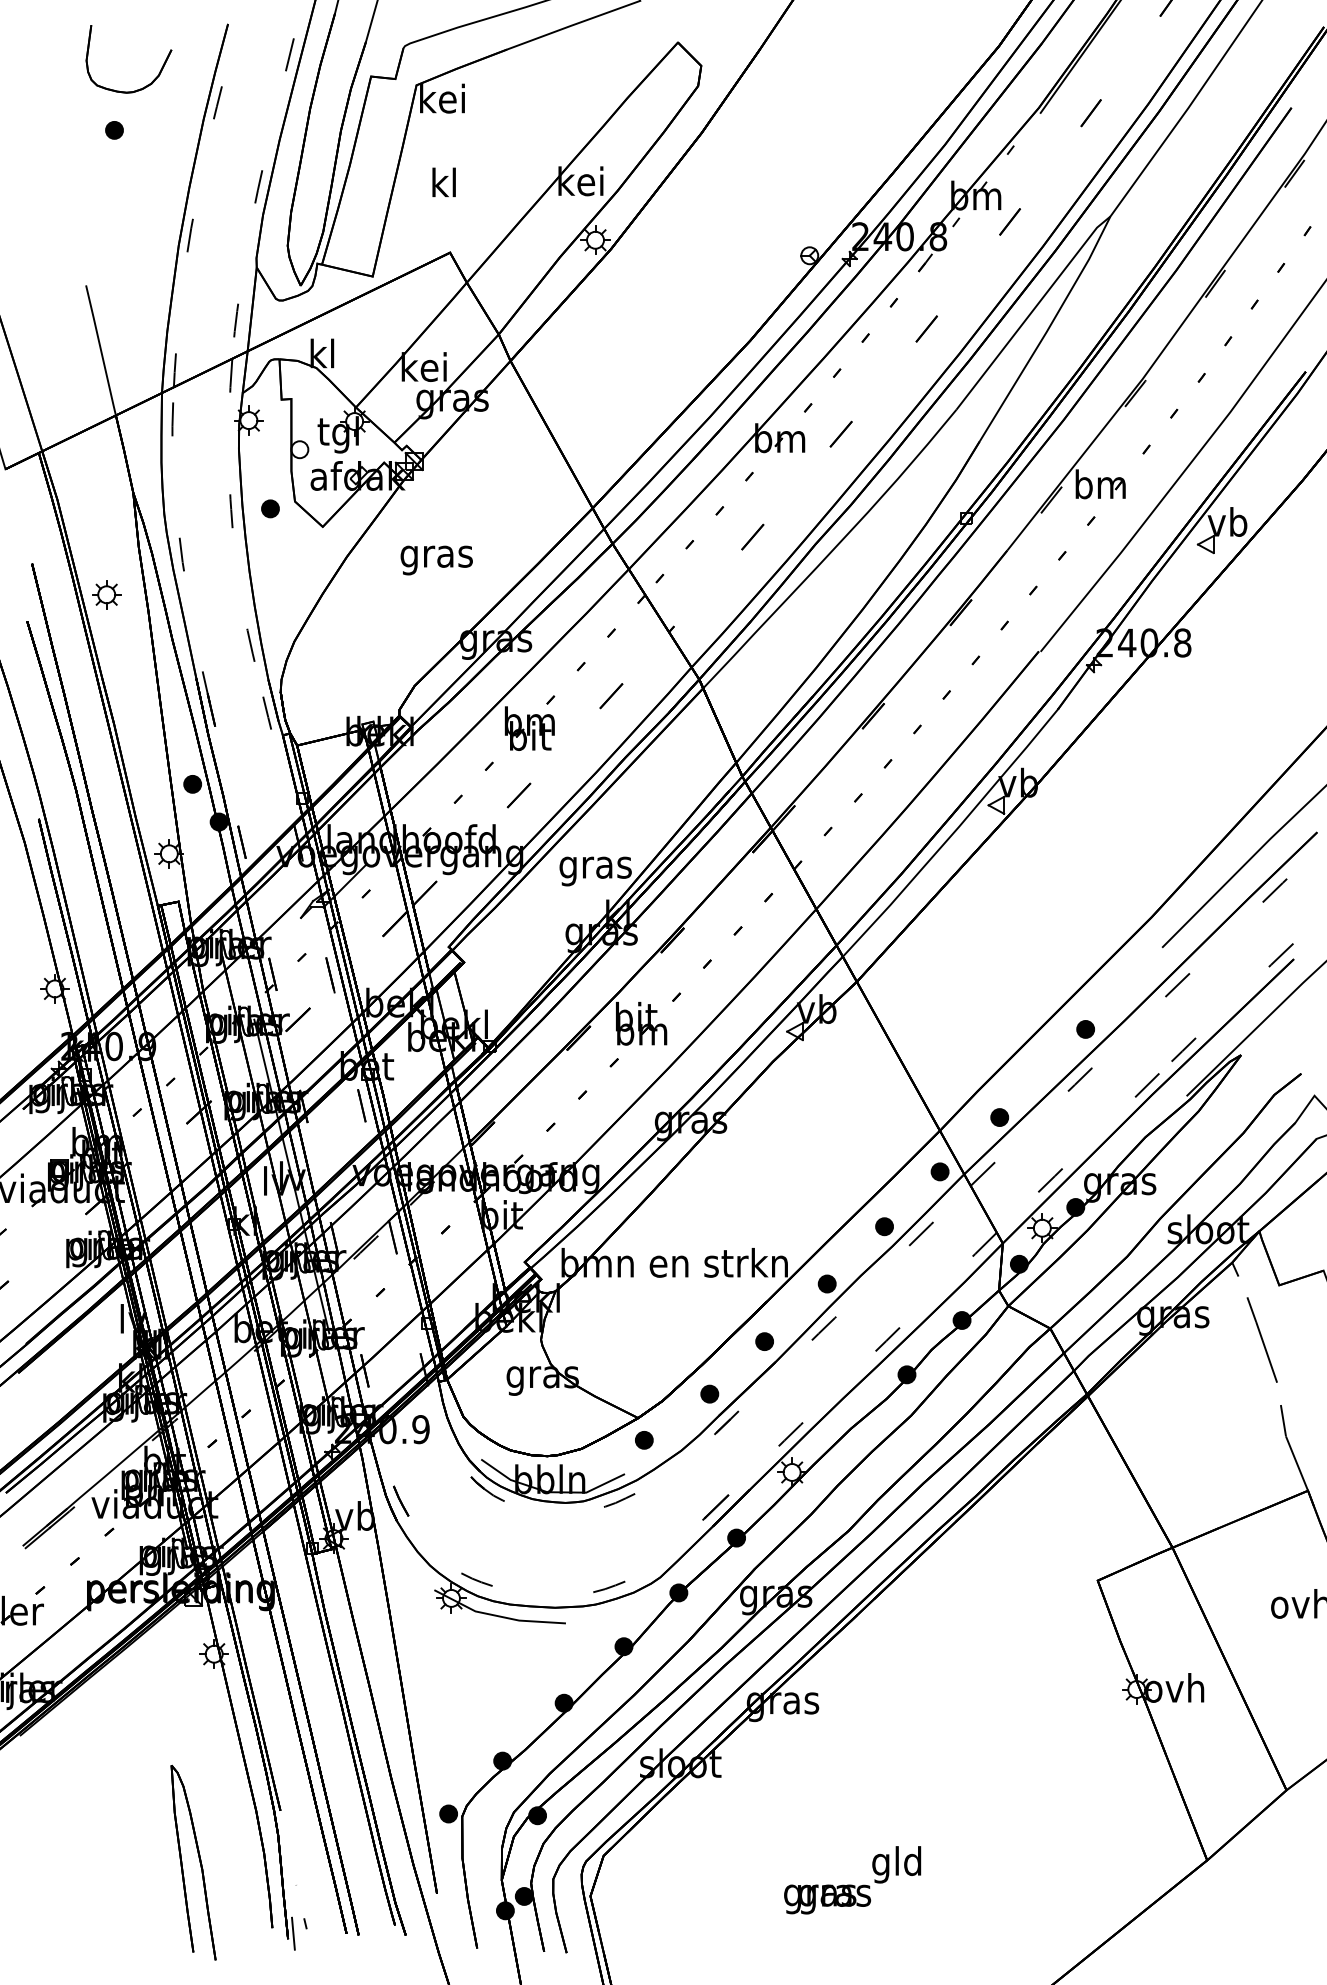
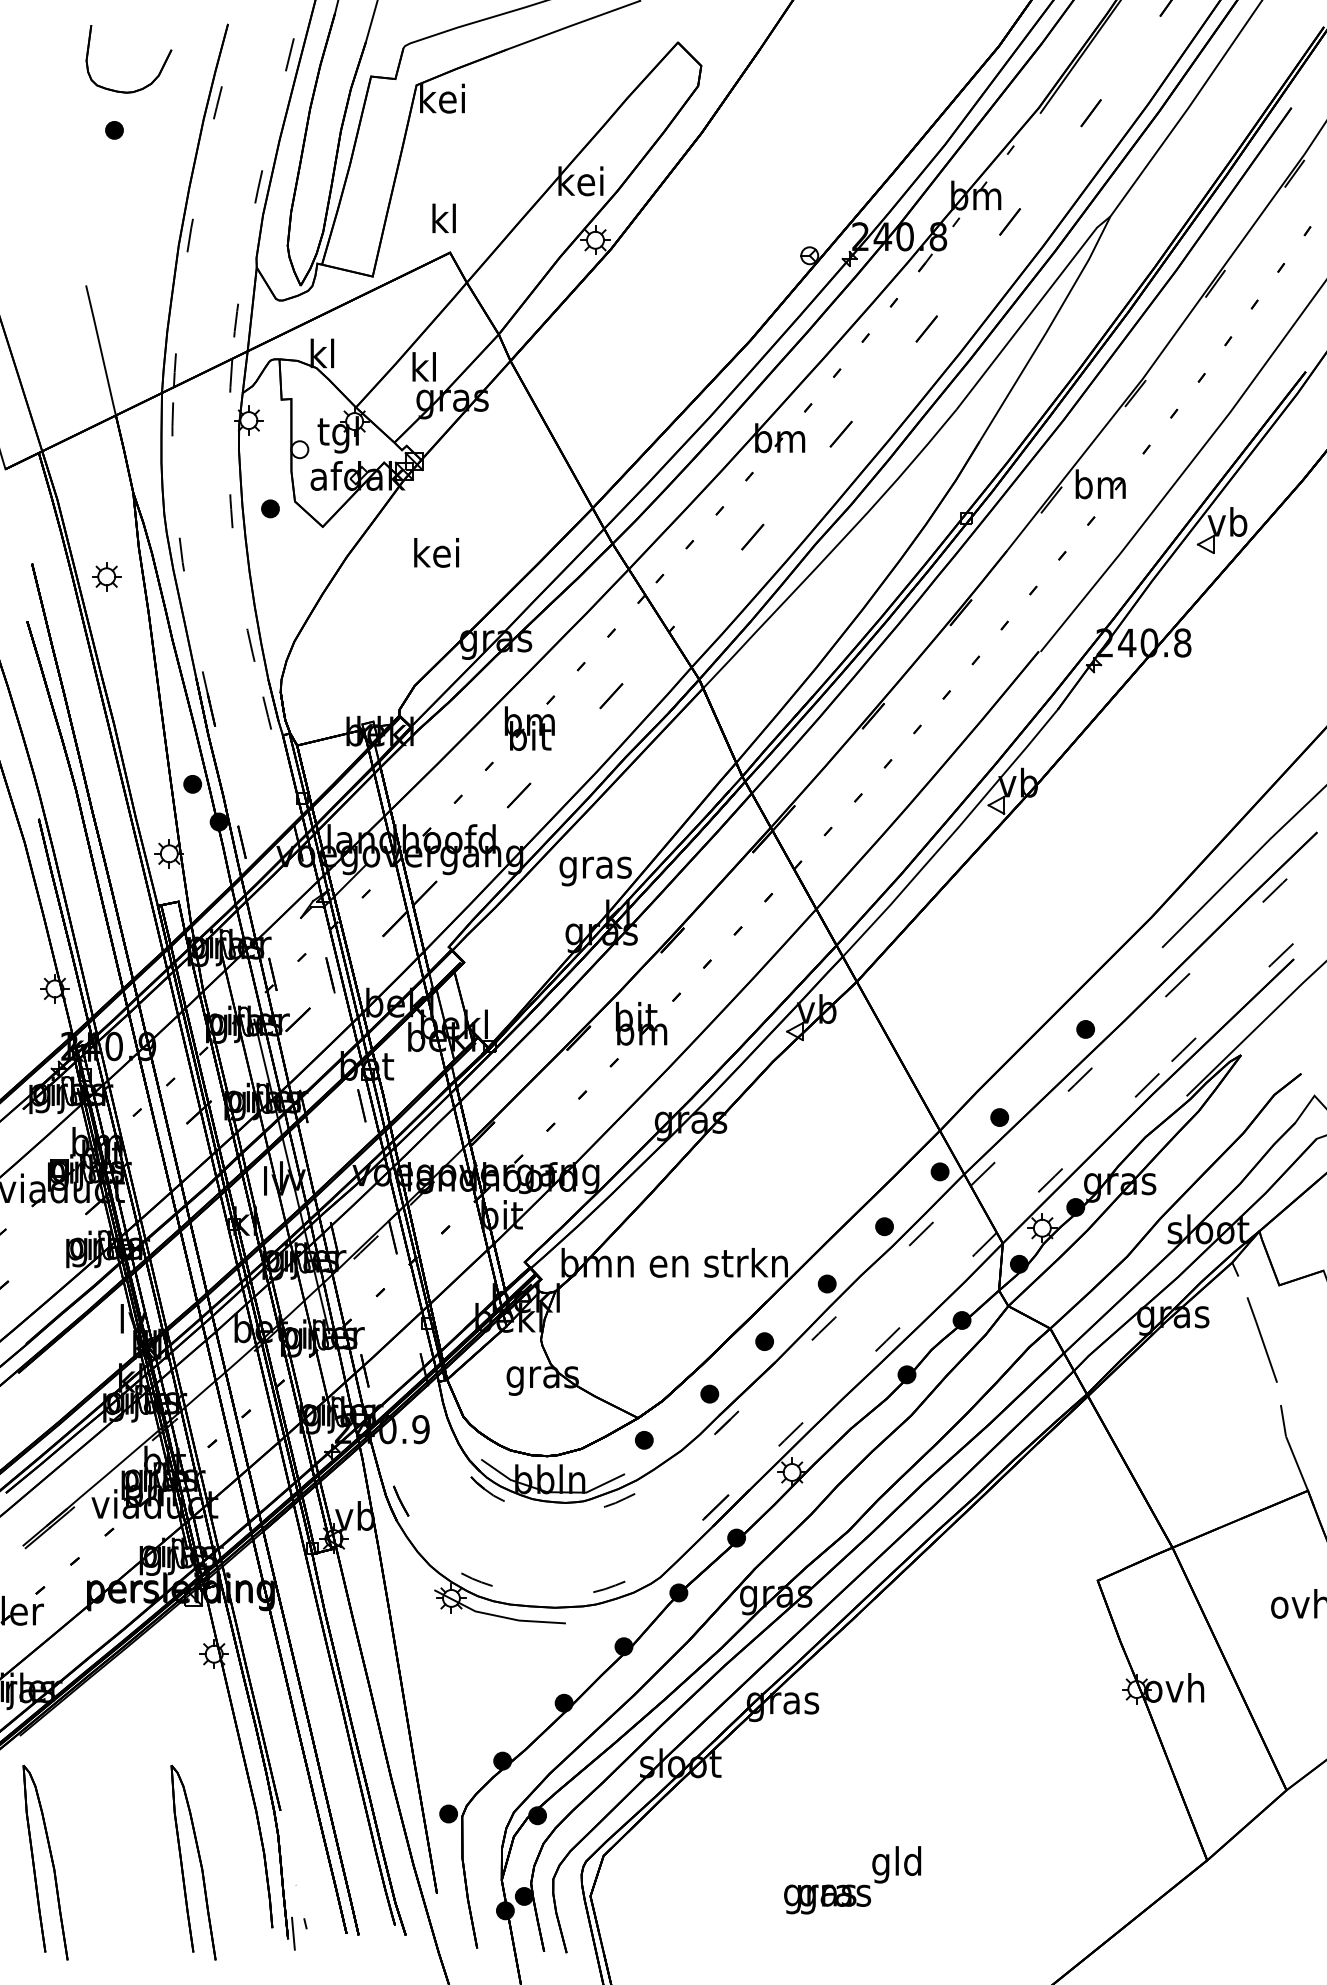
text at (443, 181) position: (443, 181) -> (443, 217)
text at (423, 366): kei -> kl
text at (436, 556): gras -> kei
part at (106, 594) position: (106, 594) -> (106, 576)
part at (45, 1862): none -> present
